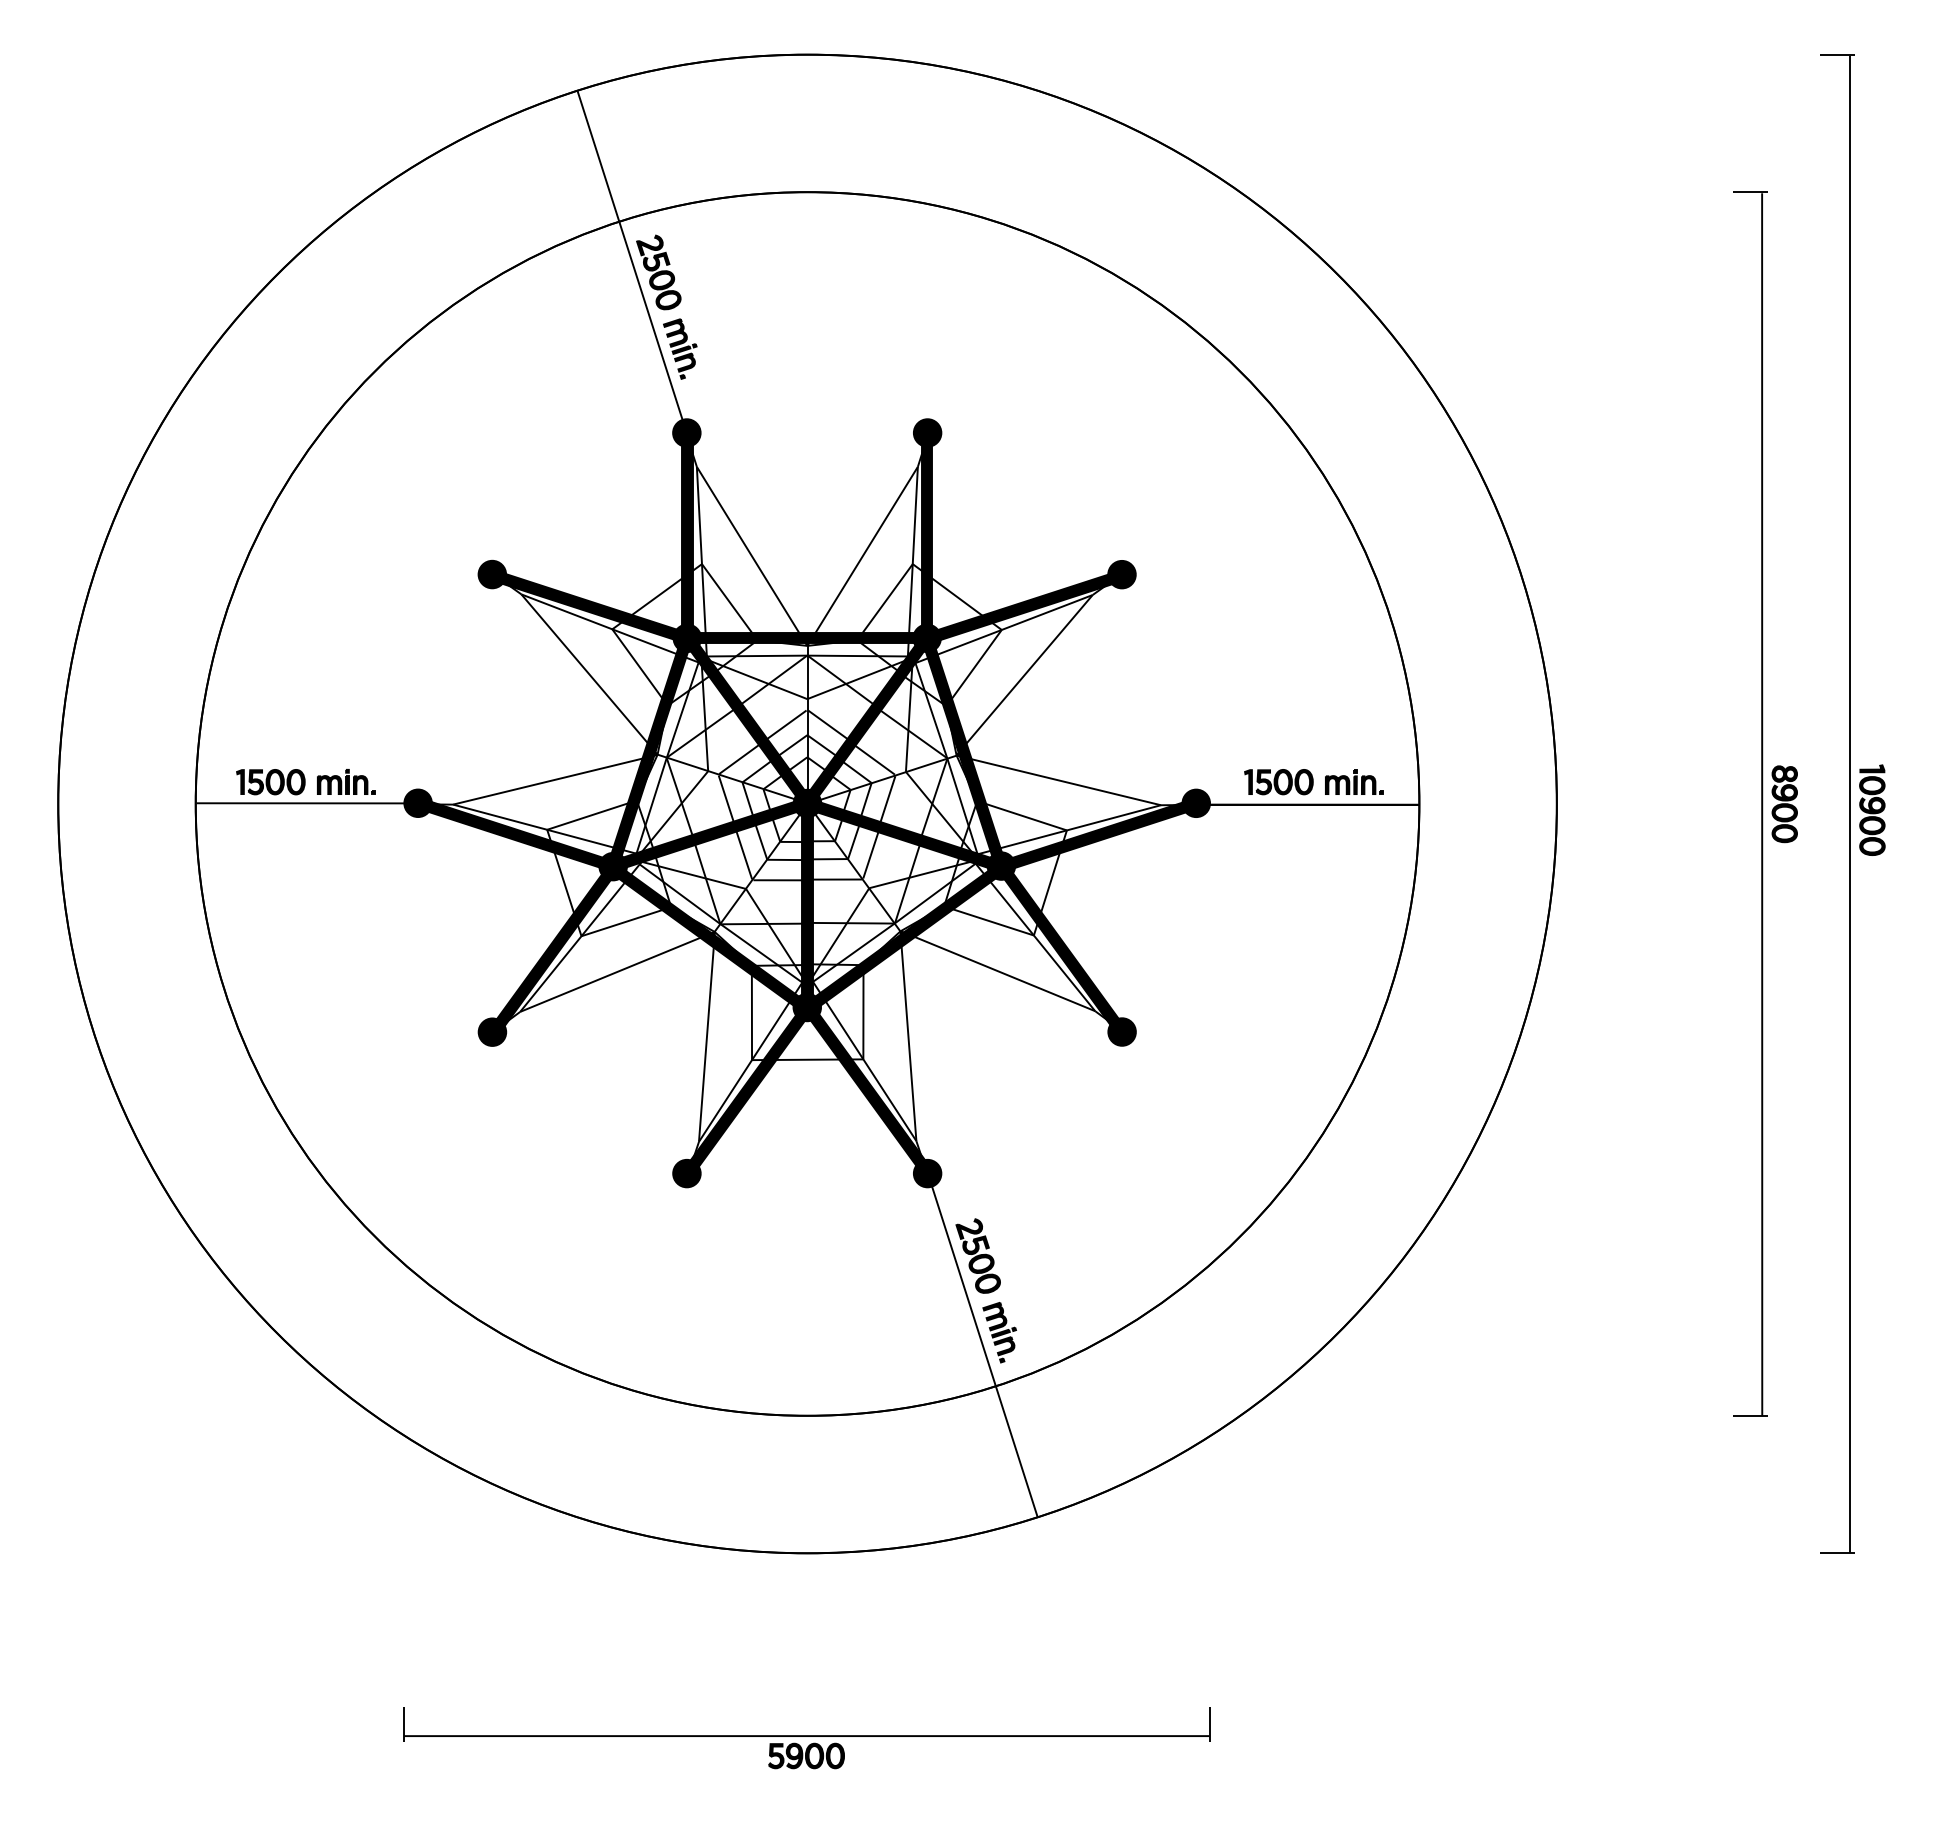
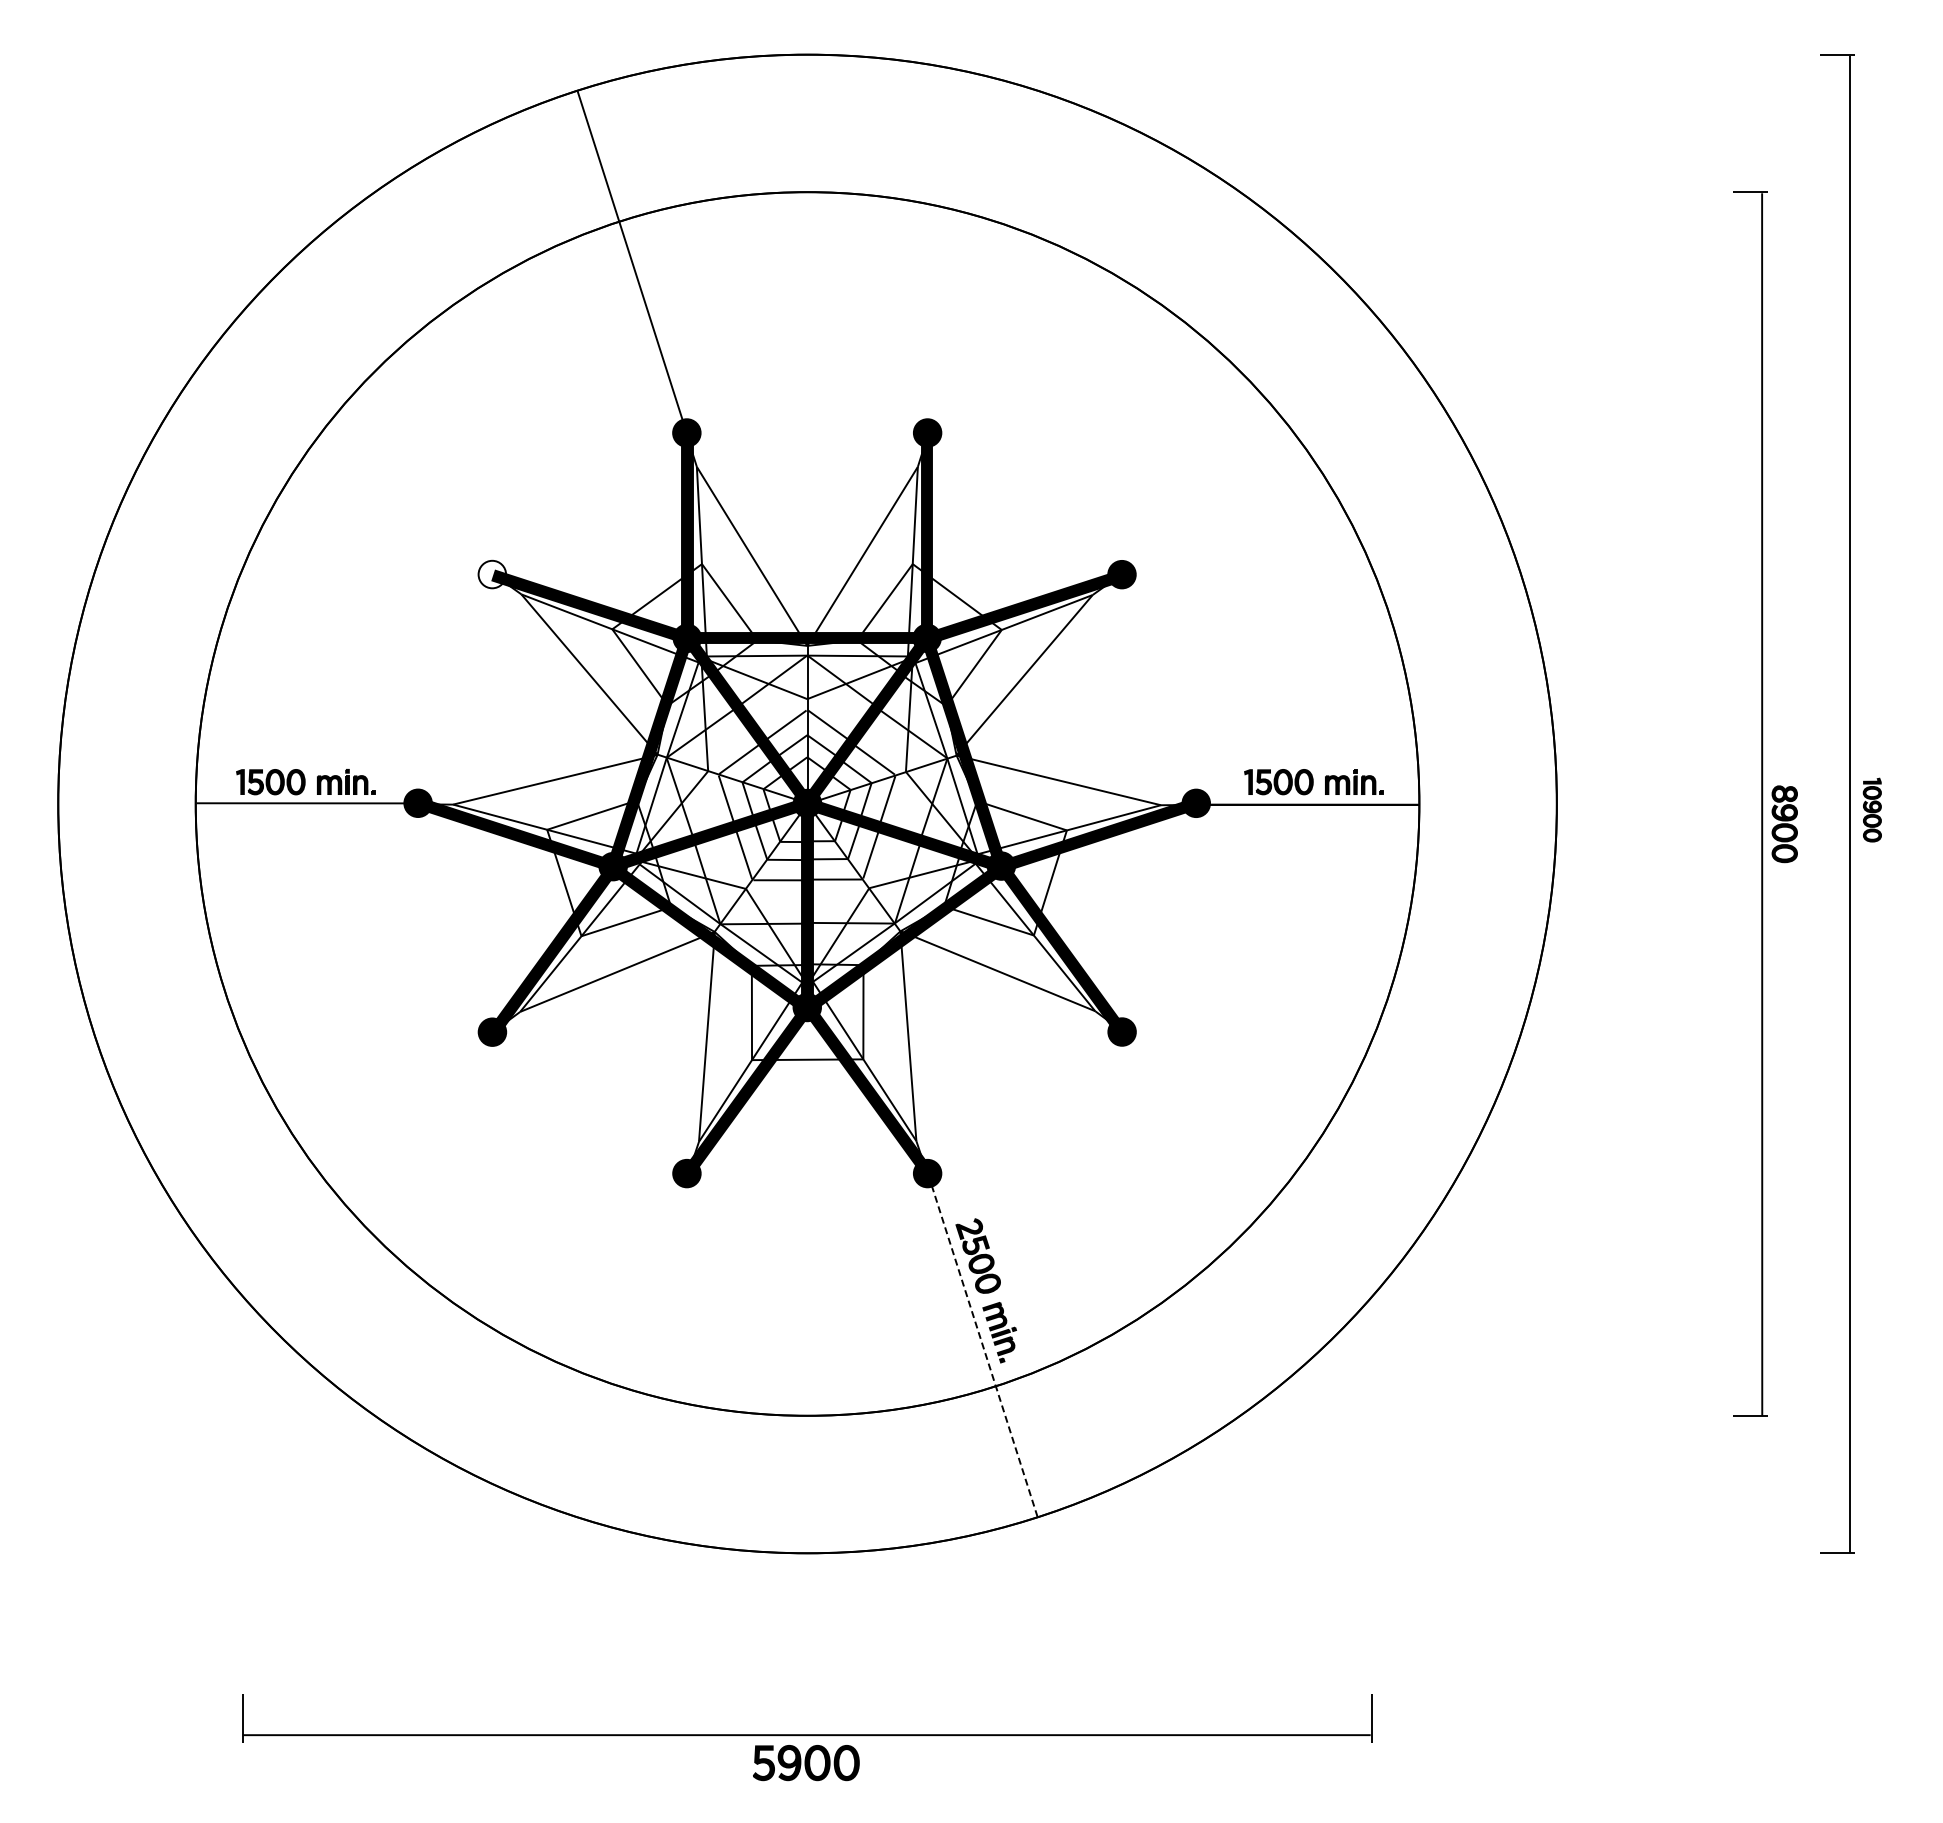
part at (666, 306): present -> none
fill at (492, 574): present -> none
part at (1784, 804) position: (1784, 804) -> (1784, 824)
part at (1872, 809) size: 27x92 px -> 20x66 px
line at (983, 1346): solid -> dashed
part at (806, 1738) size: 808x63 px -> 1131x88 px
